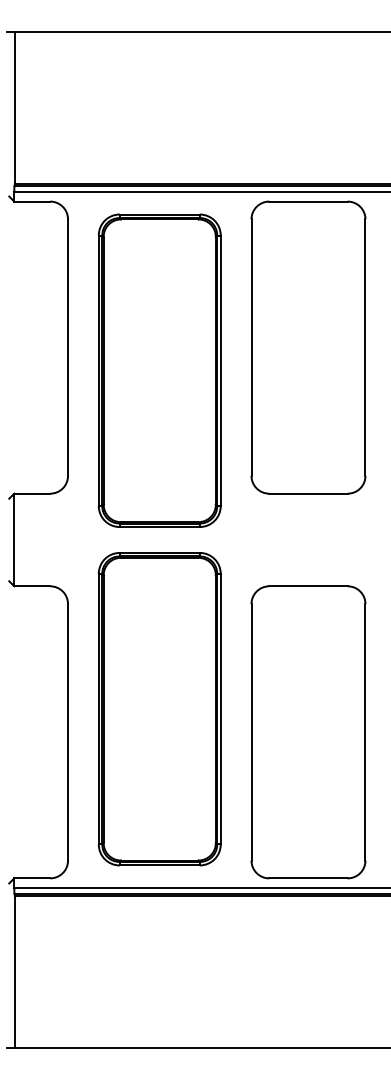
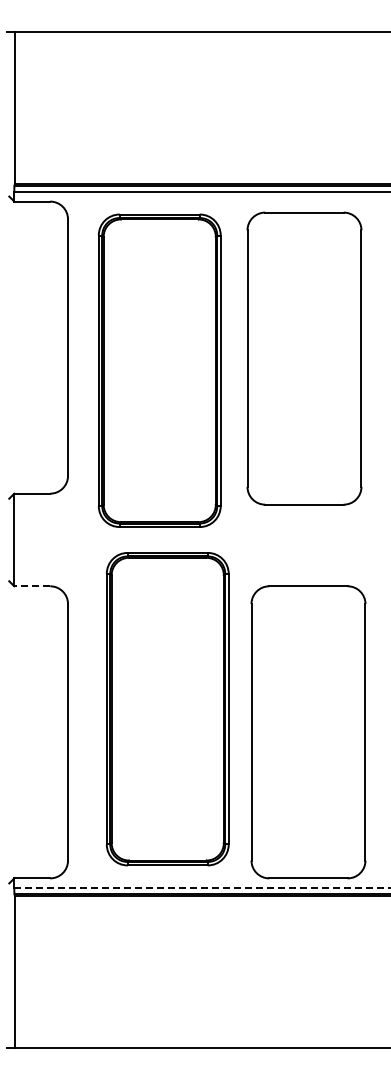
part at (308, 347) position: (308, 347) -> (304, 358)
line at (32, 586): solid -> dashed
part at (159, 709) position: (159, 709) -> (167, 709)
line at (203, 887): solid -> dashed
